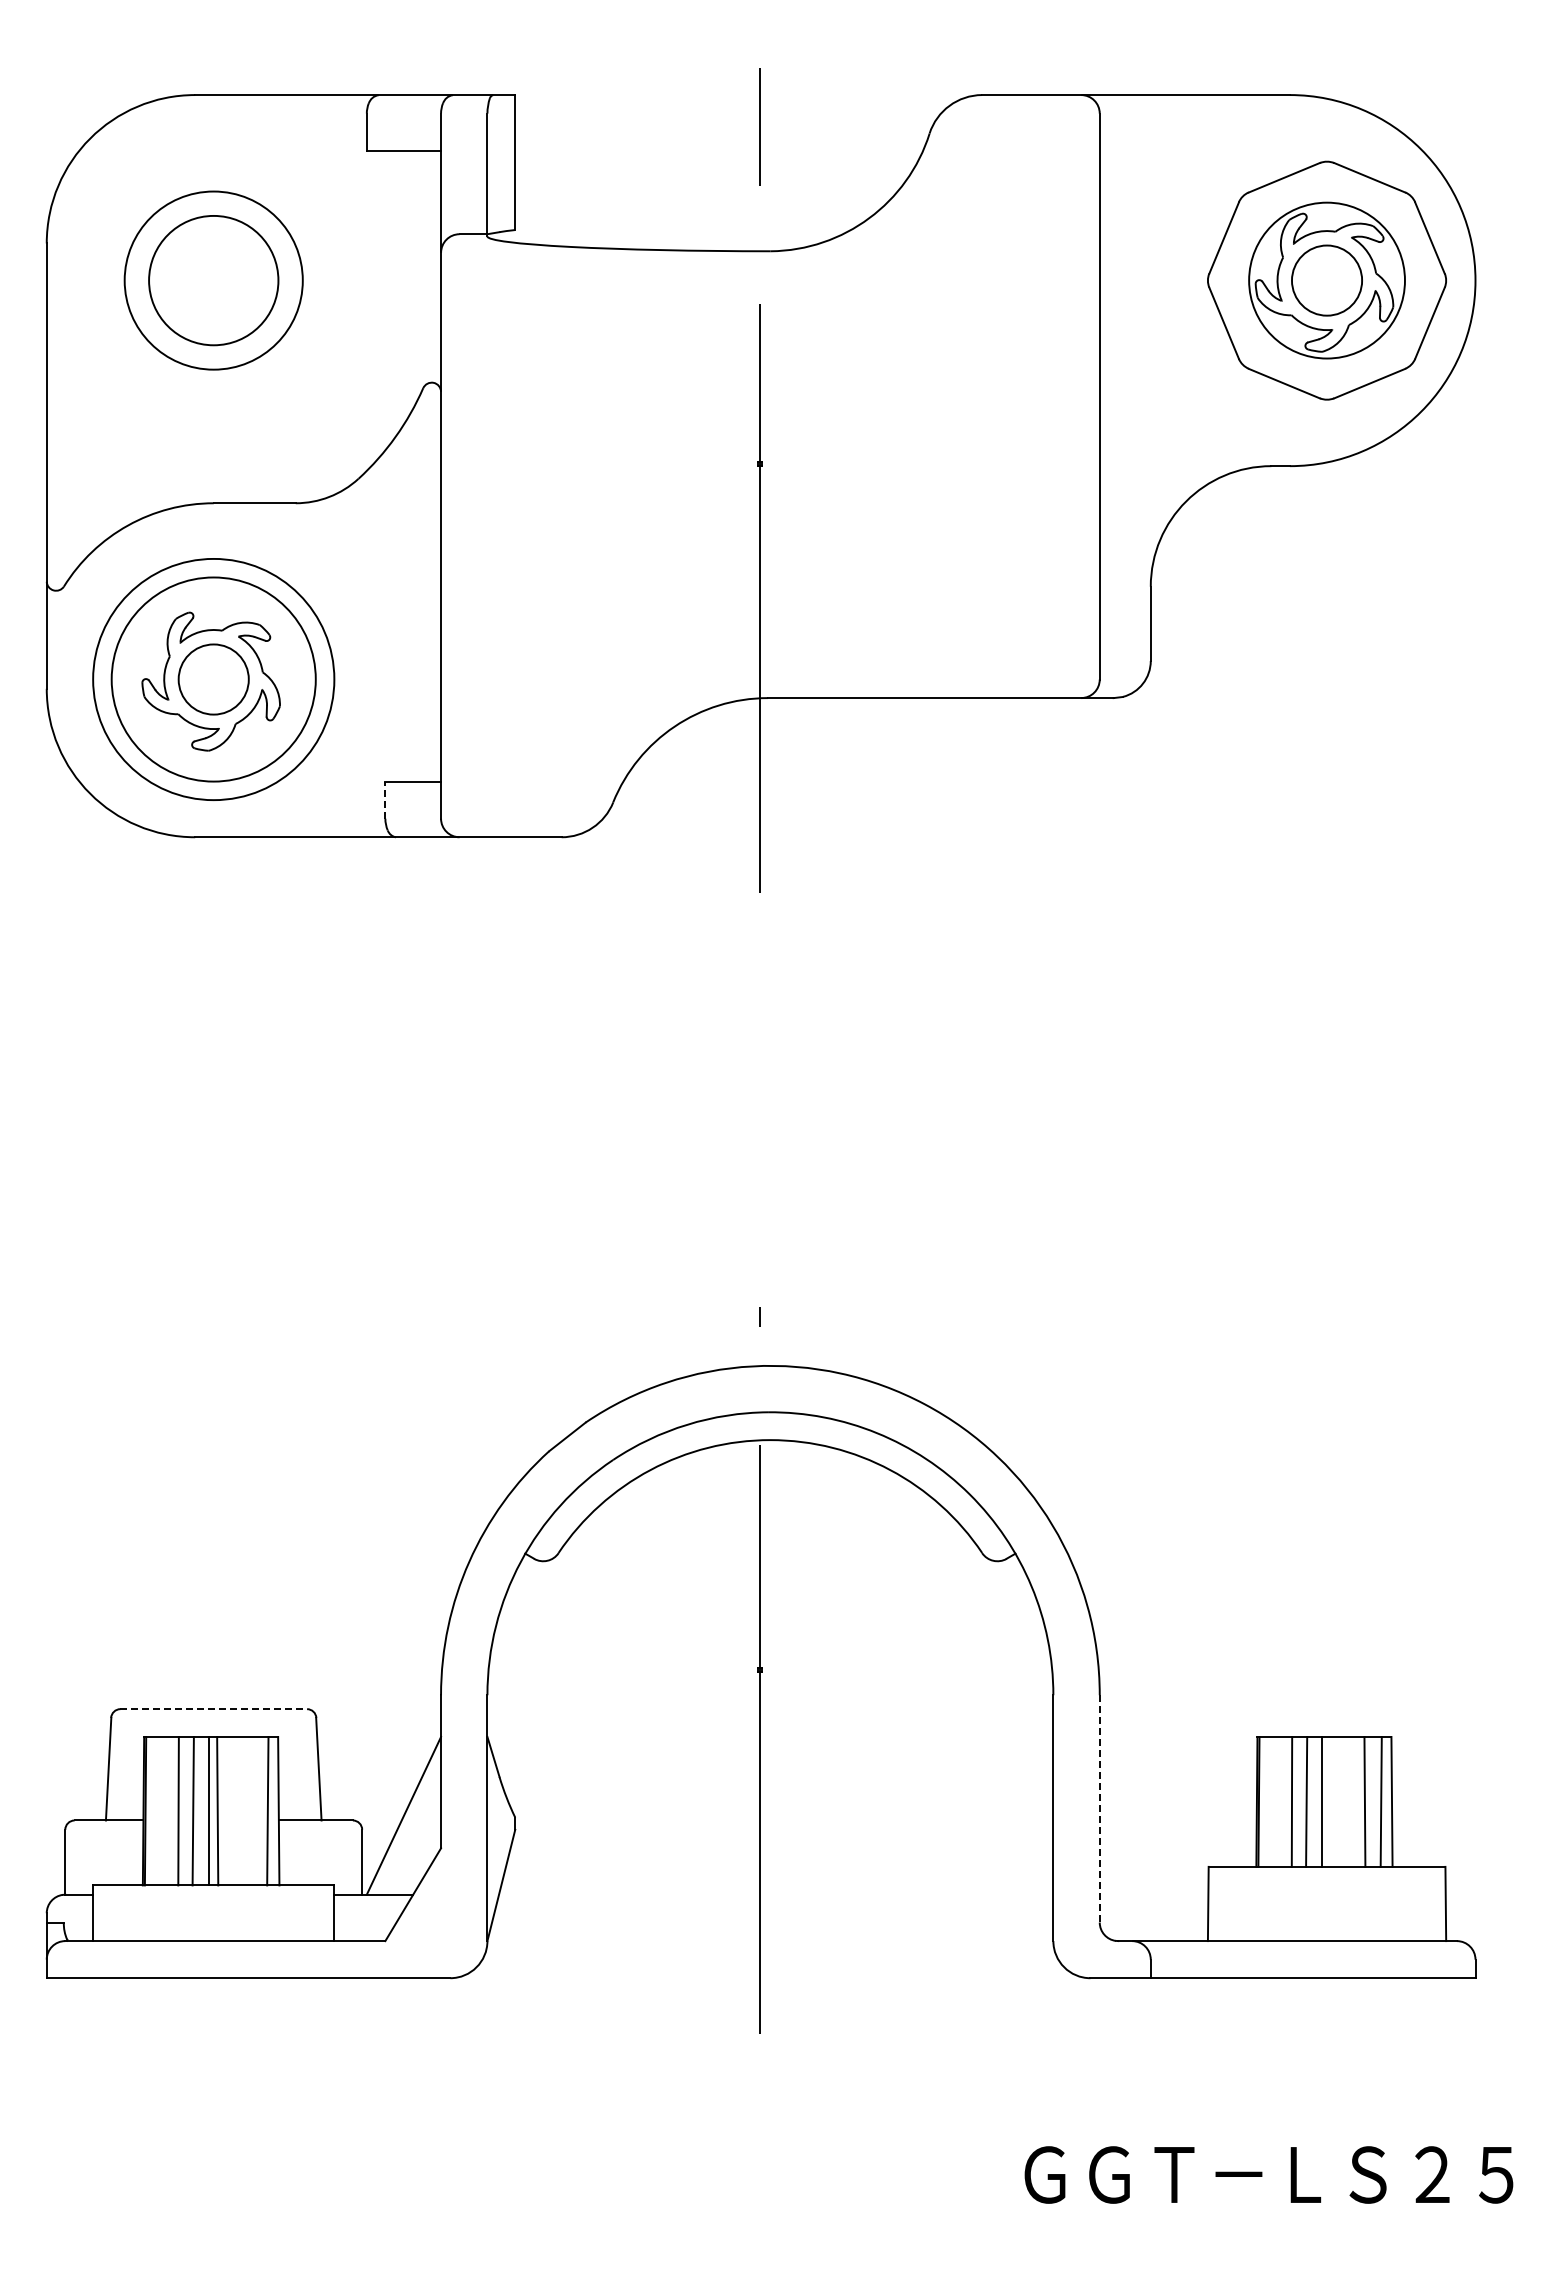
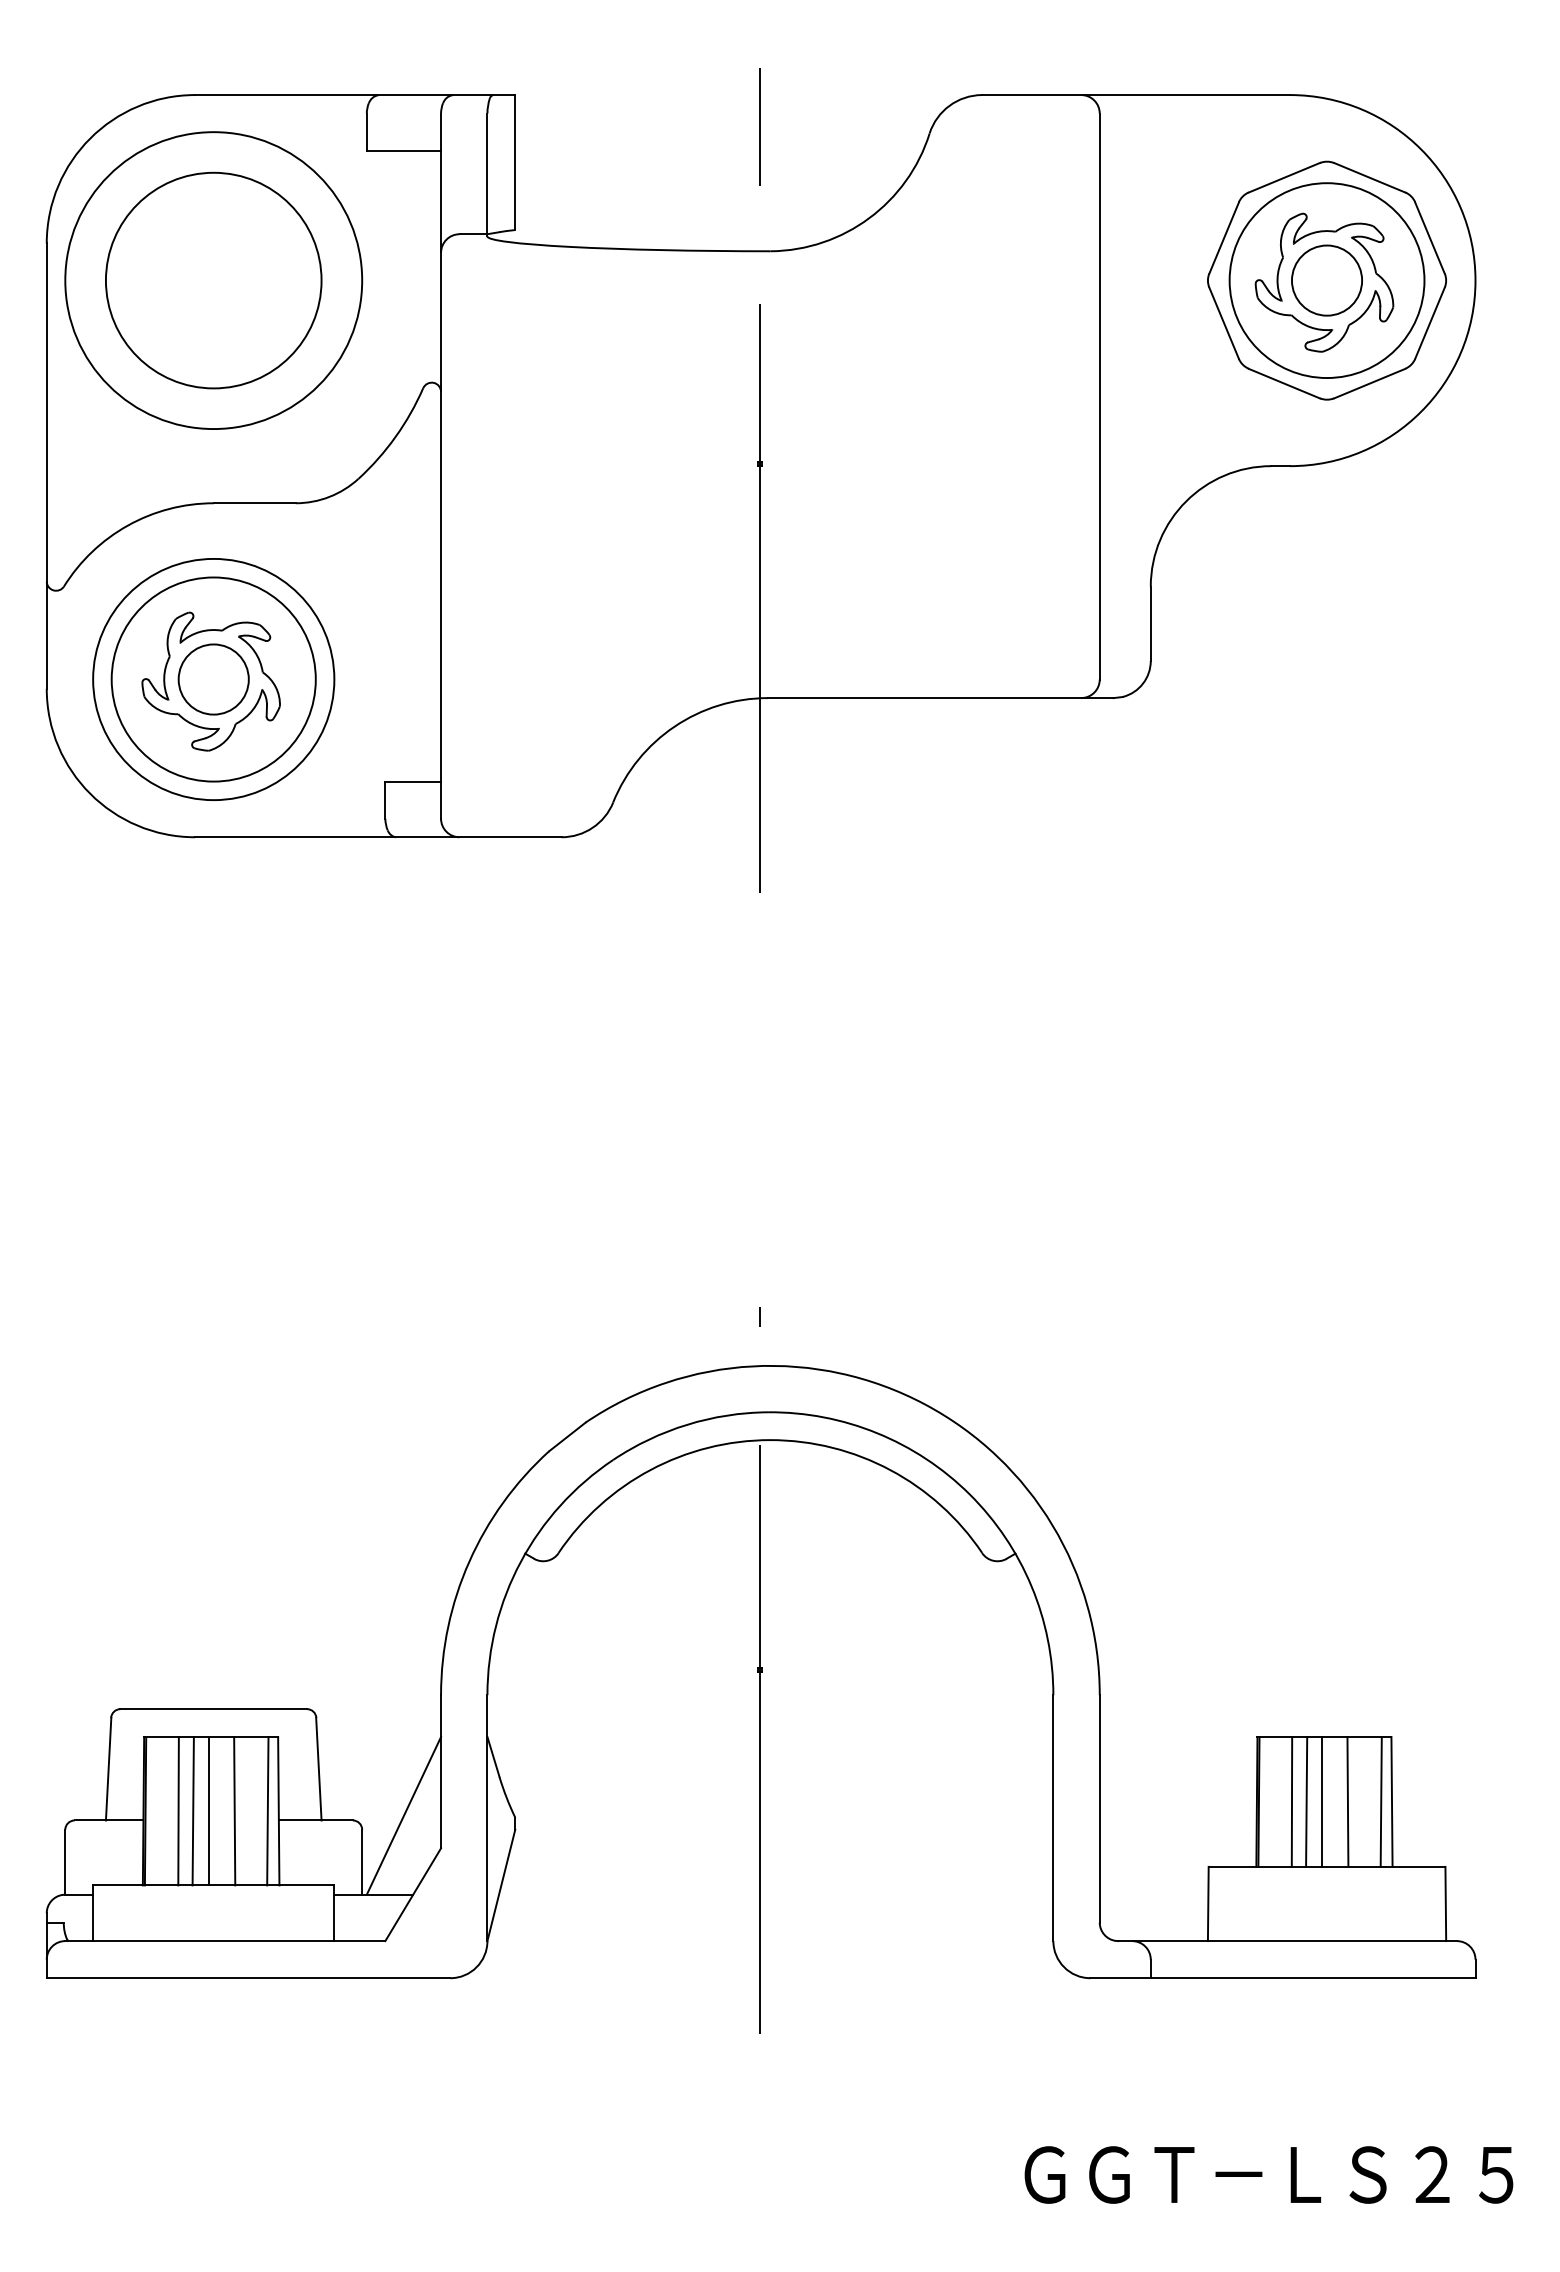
circle at (213, 280) diameter: 129 px -> 216 px
circle at (213, 280) diameter: 178 px -> 297 px
circle at (1326, 280) diameter: 156 px -> 195 px
line at (385, 800): dashed -> solid
line at (214, 1709): dashed -> solid
line at (1364, 1801) position: (1364, 1801) -> (1347, 1801)
line at (1099, 1808): dashed -> solid
line at (217, 1810) position: (217, 1810) -> (234, 1810)
